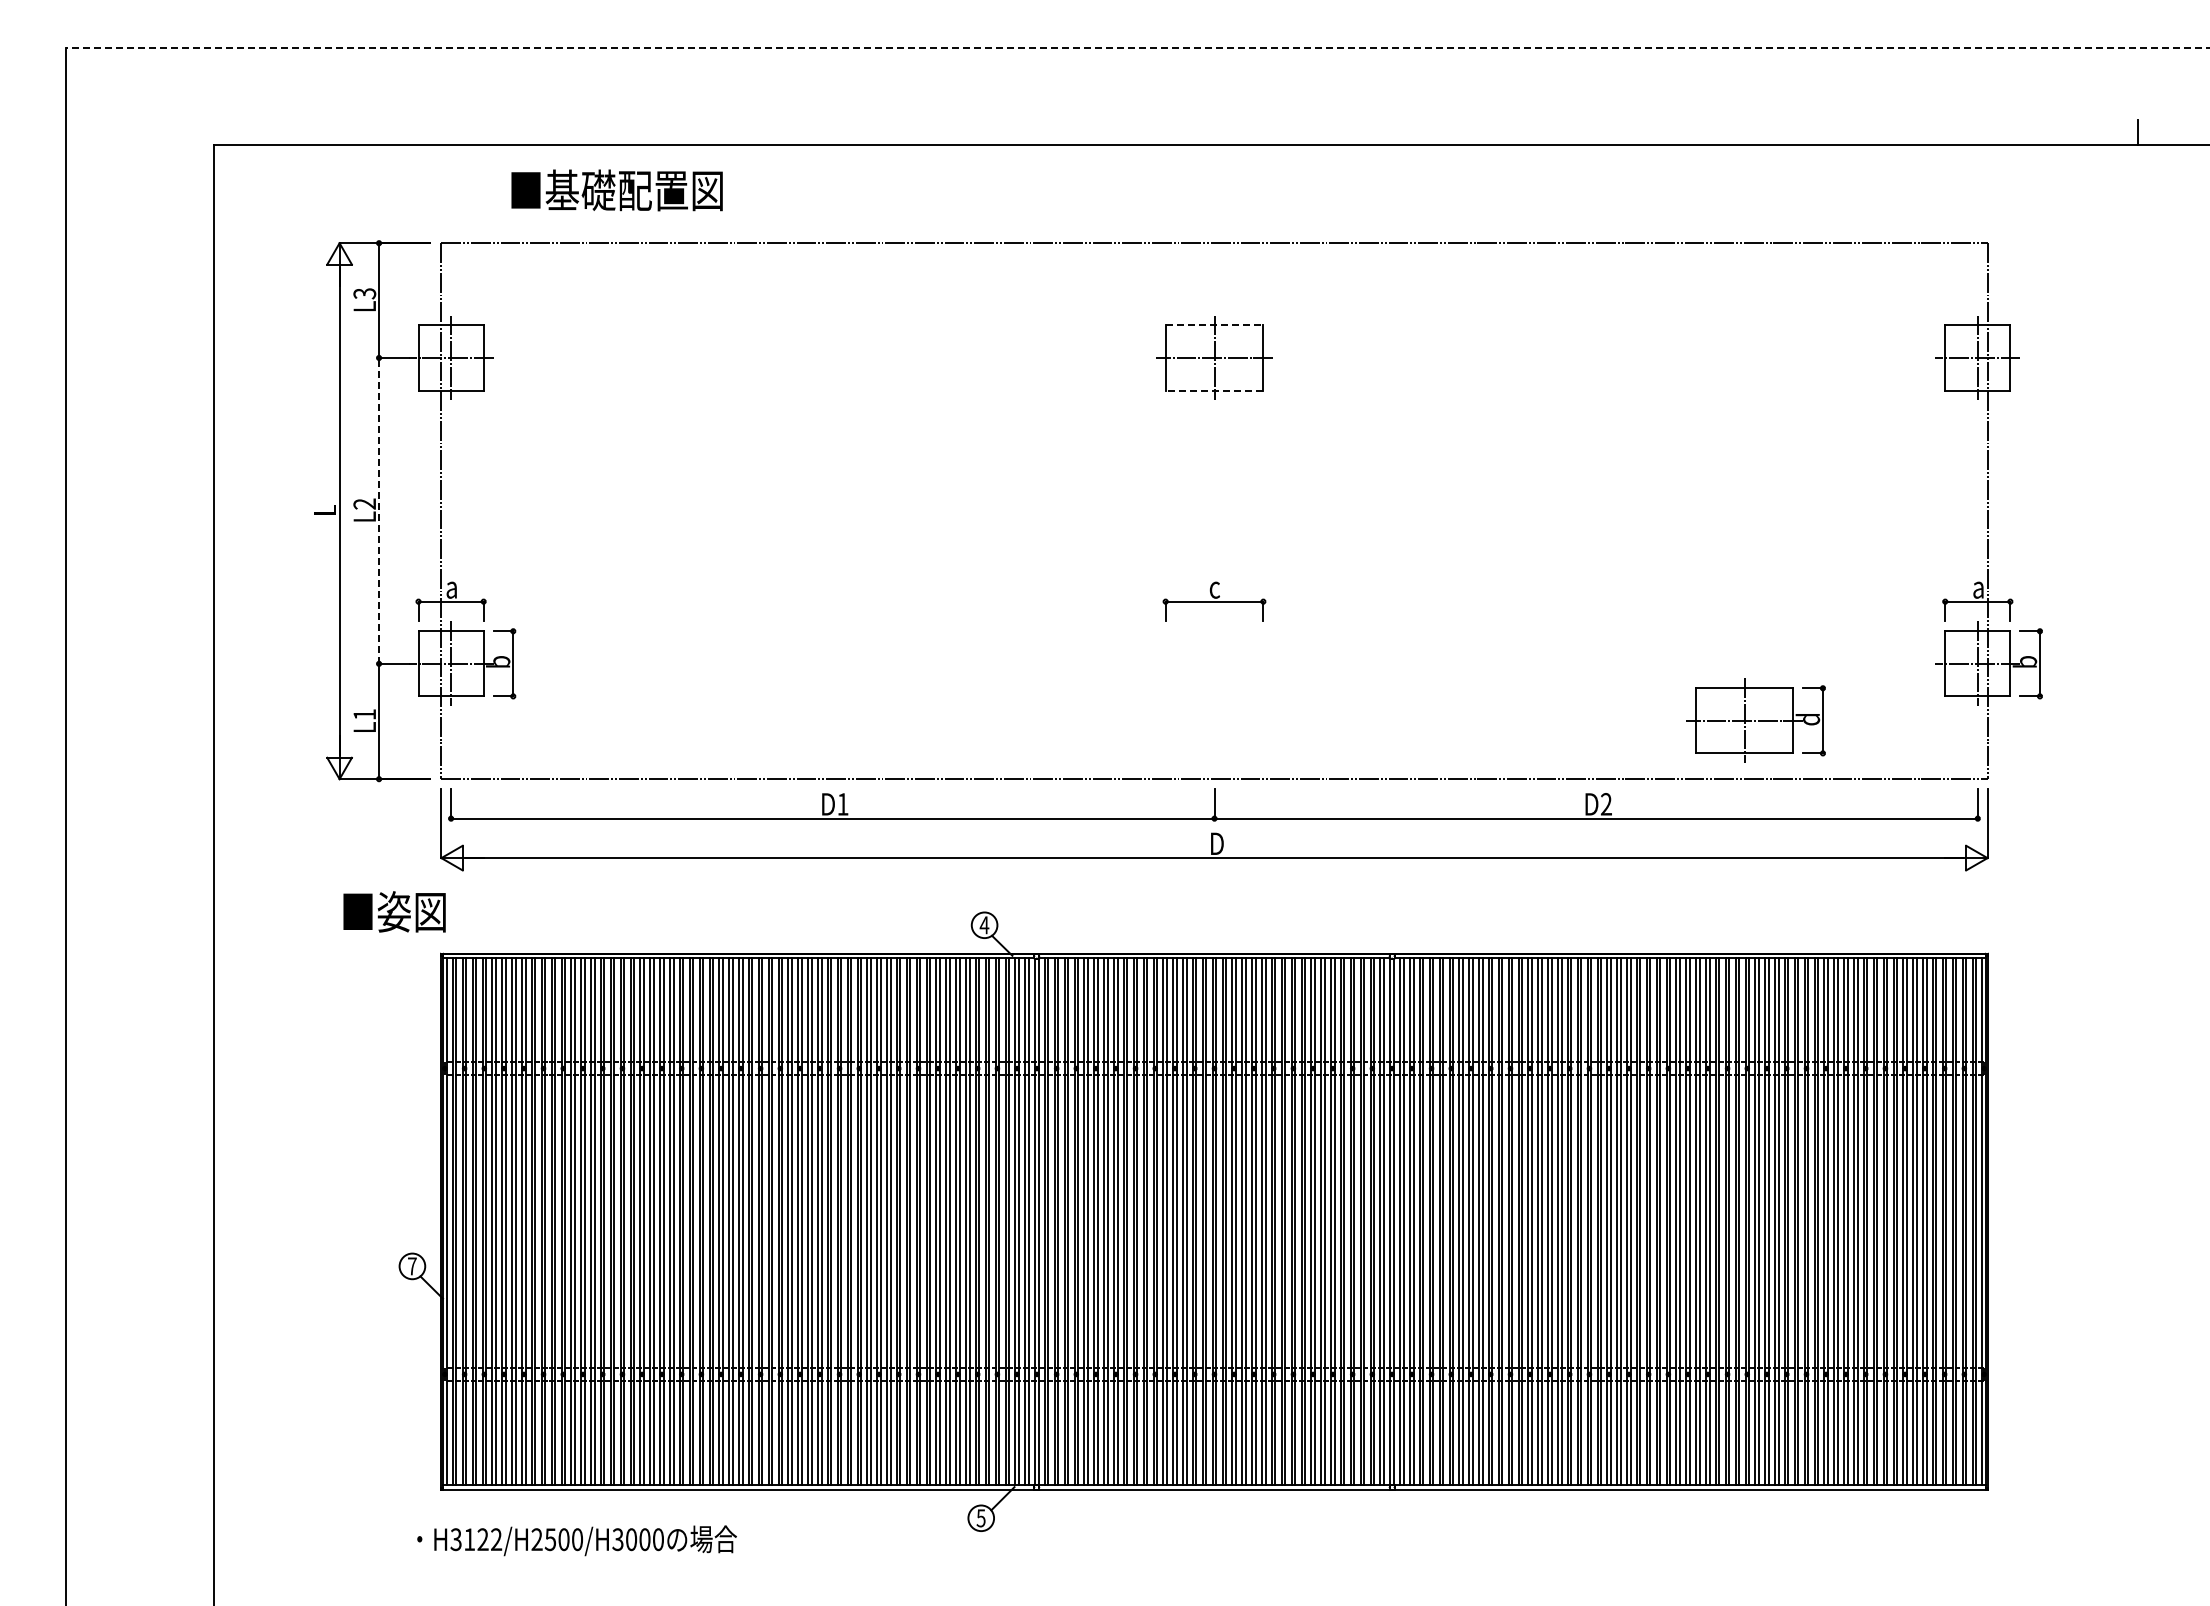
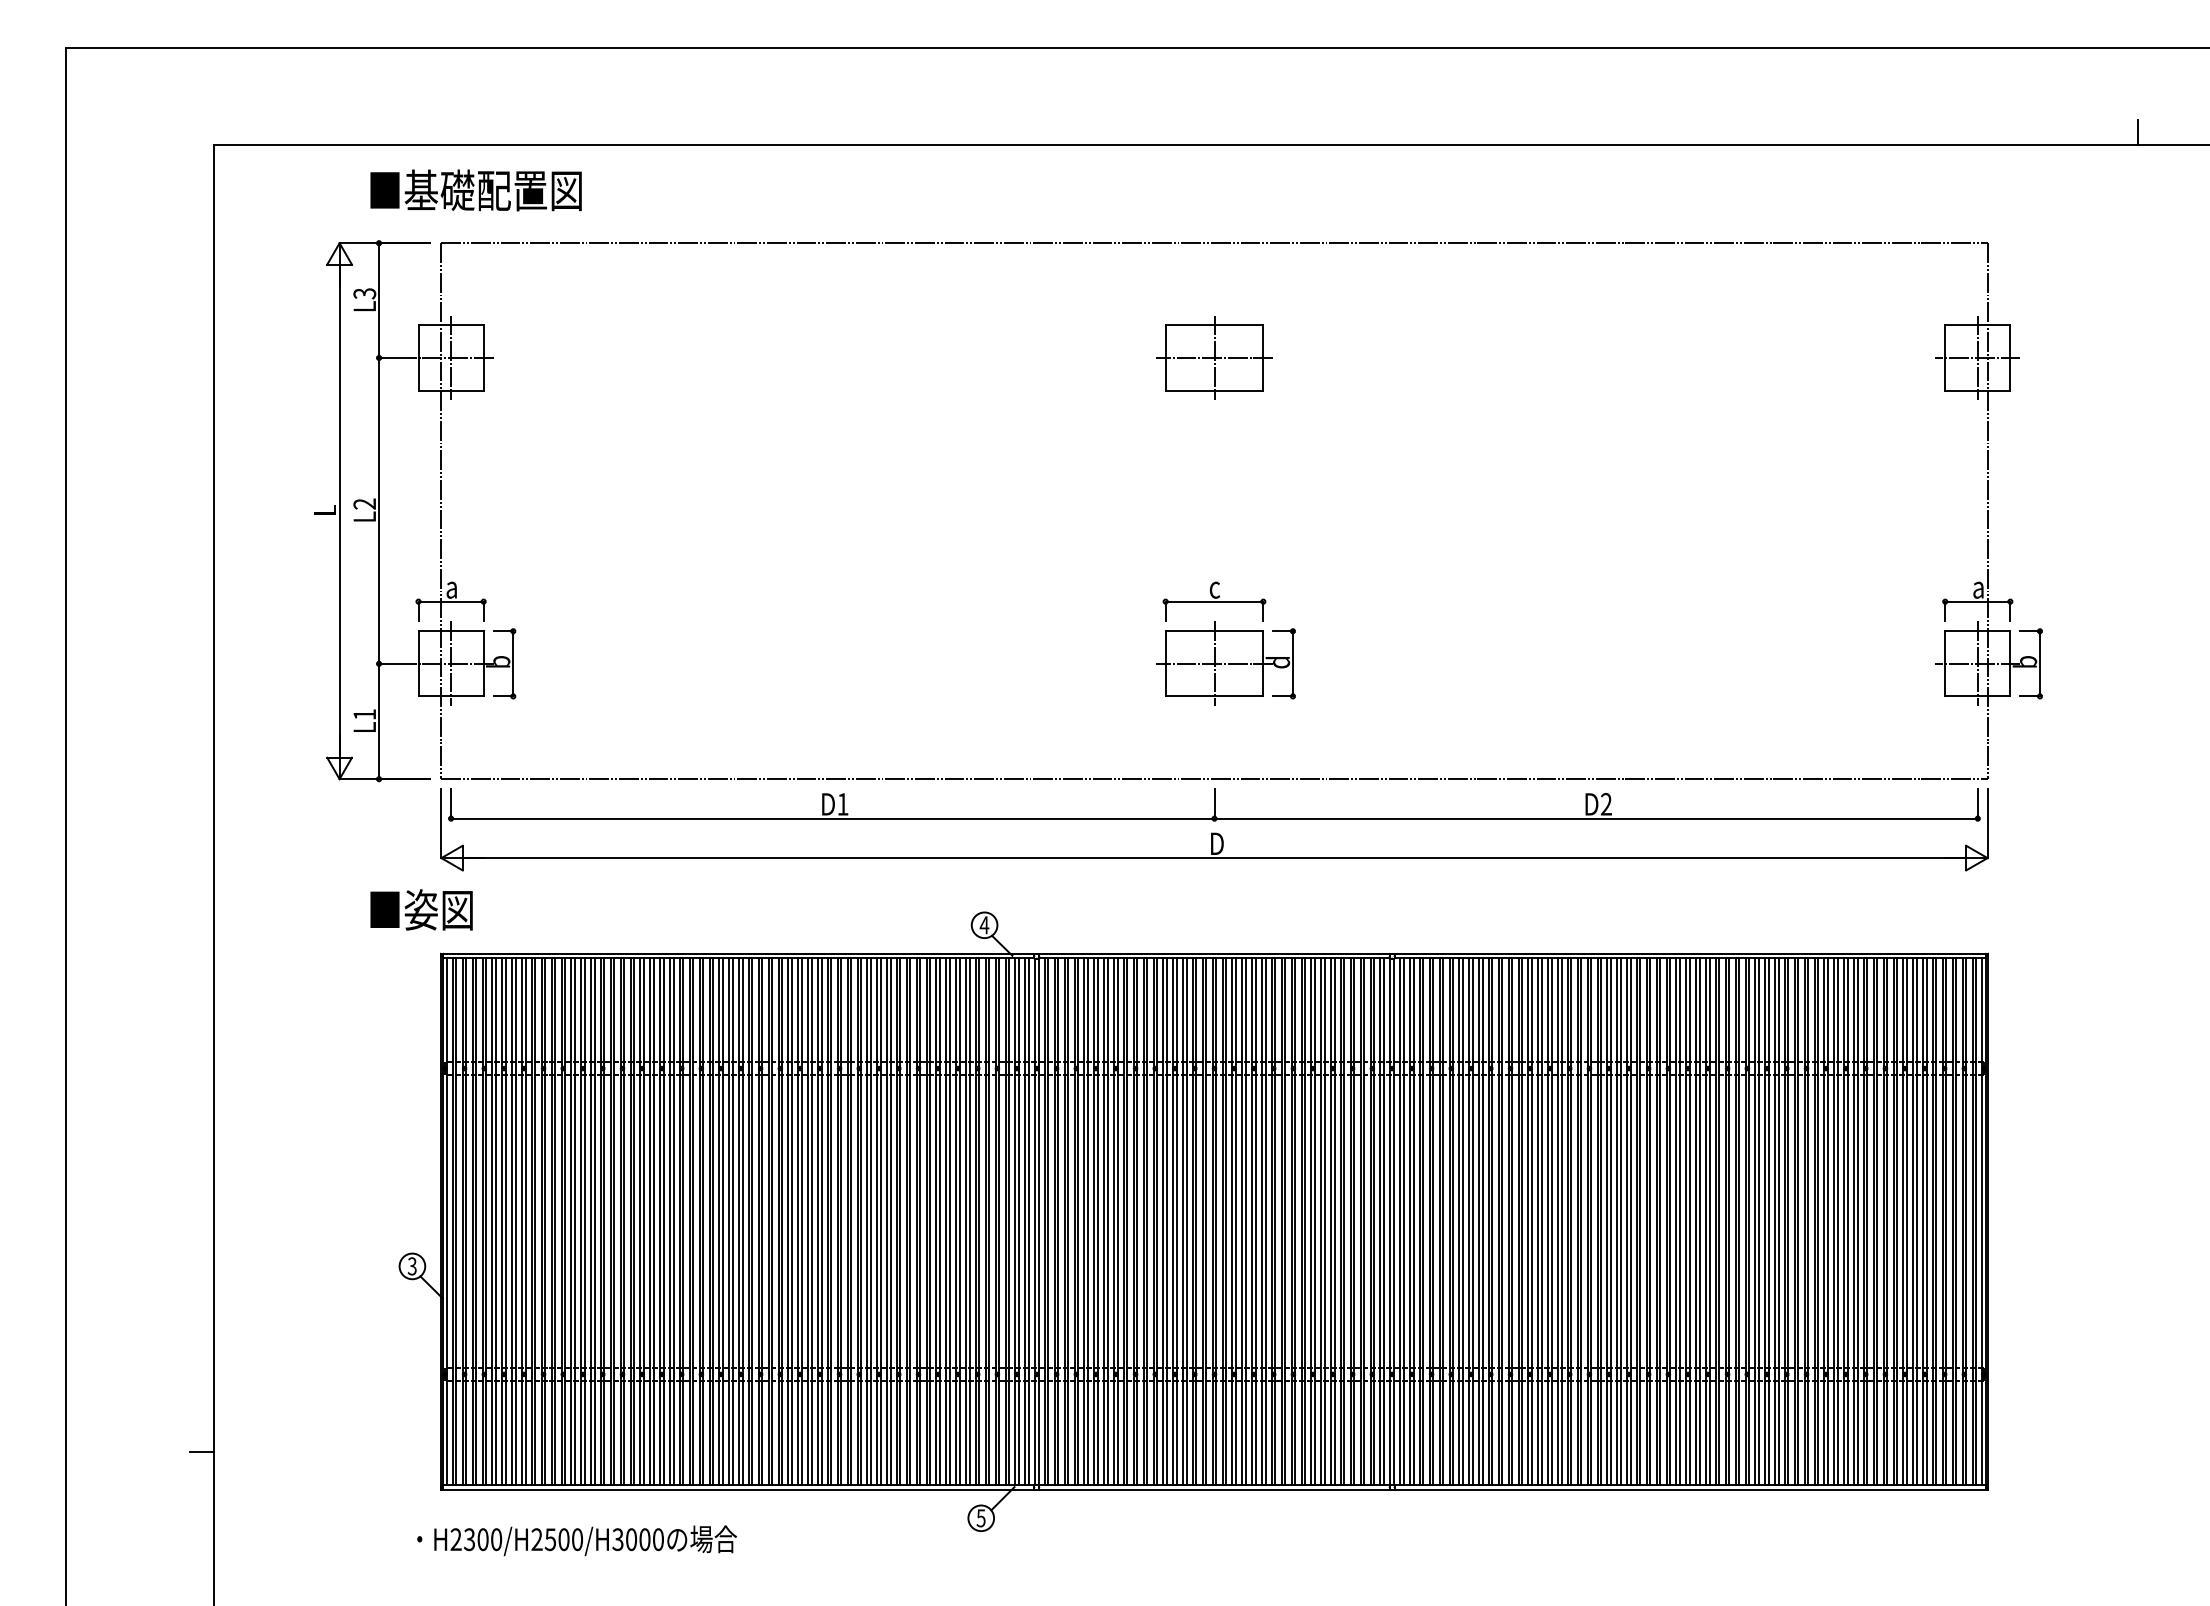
line at (1138, 48): dashed -> solid
text at (616, 190) position: (616, 190) -> (475, 190)
line at (1214, 325): dashed -> solid
line at (1214, 390): dashed -> solid
line at (379, 510): dashed -> solid
part at (1755, 720) position: (1755, 720) -> (1225, 663)
text at (394, 911) position: (394, 911) -> (421, 909)
text at (411, 1266): 7 -> 3
line at (201, 1451): none -> present
text at (476, 1539): H3122/H2500/H3000 -> H2300/H2500/H3000
